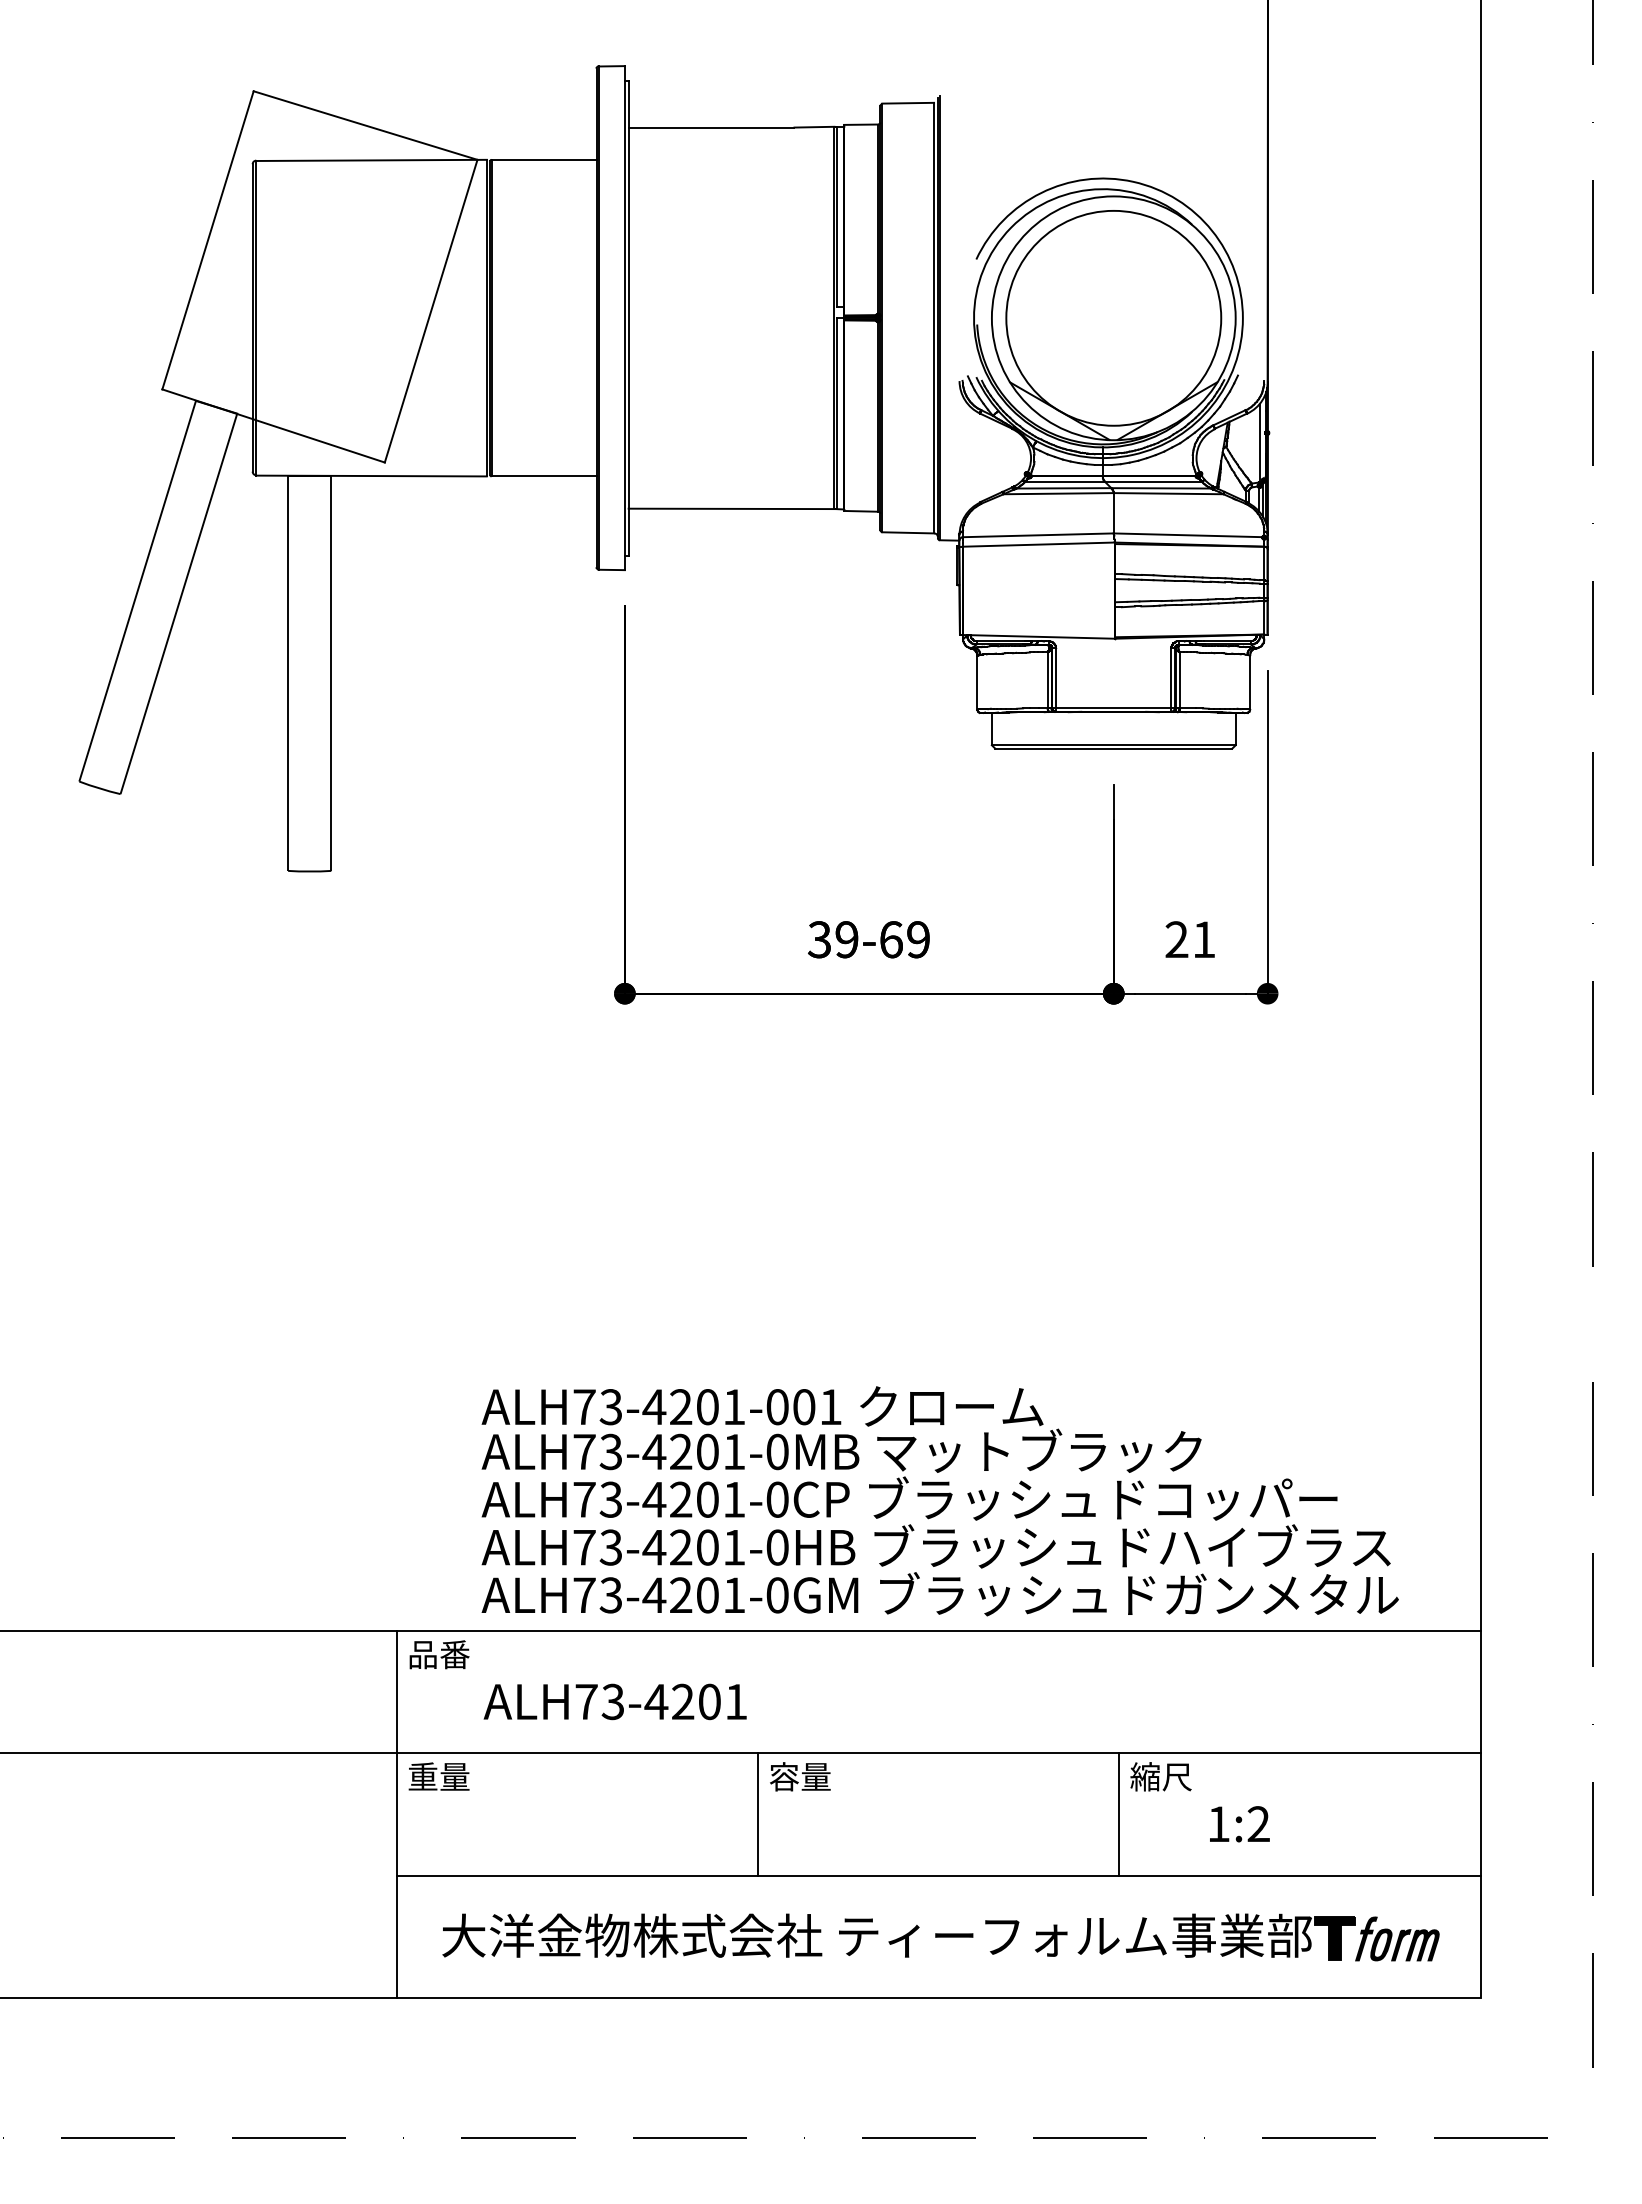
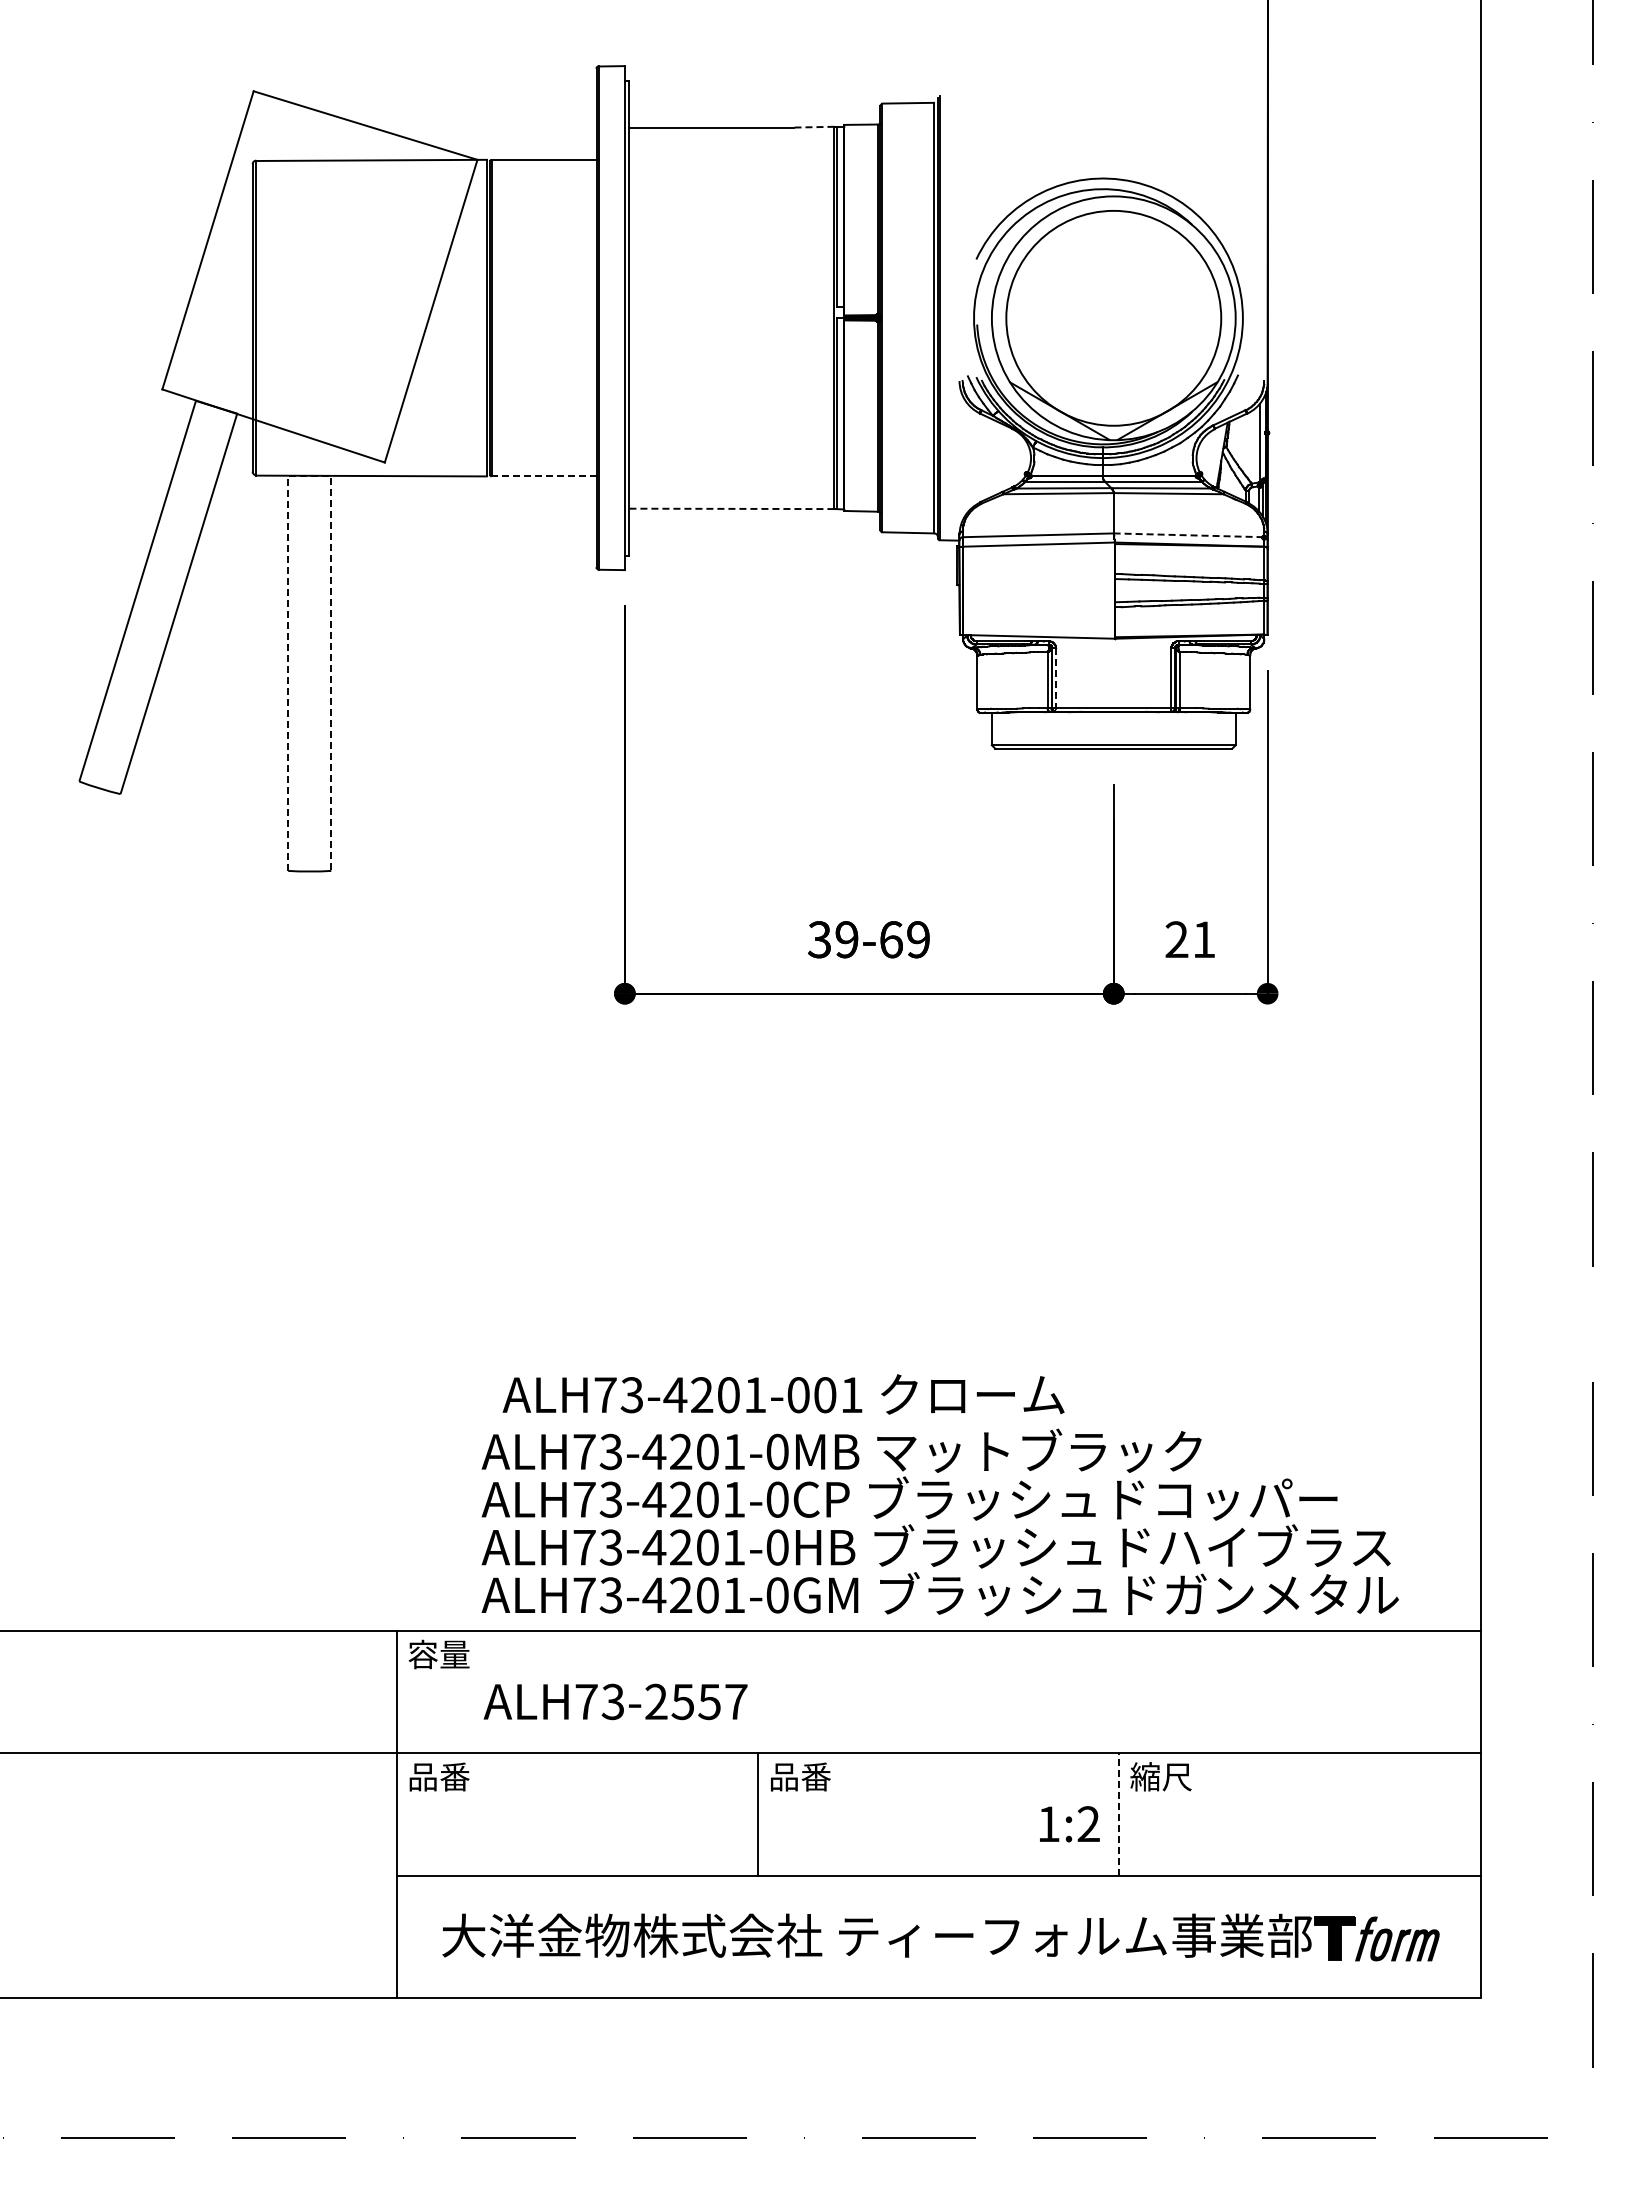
line at (814, 127): solid -> dashed
line at (309, 475): solid -> dashed
line at (544, 476): solid -> dashed
line at (731, 508): solid -> dashed
line at (1189, 535): solid -> dashed
line at (1056, 680): solid -> dashed
text at (762, 1406) position: (762, 1406) -> (783, 1394)
text at (438, 1654): 品番 -> 容量
text at (695, 1701): ALH73-4201 -> ALH73-2557
text at (438, 1776): 重量 -> 品番
text at (800, 1776): 容量 -> 品番
line at (1119, 1814): solid -> dashed
text at (1239, 1824) position: (1239, 1824) -> (1069, 1824)
